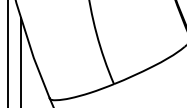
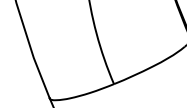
line at (8, 53): present -> none
line at (21, 61): present -> none
